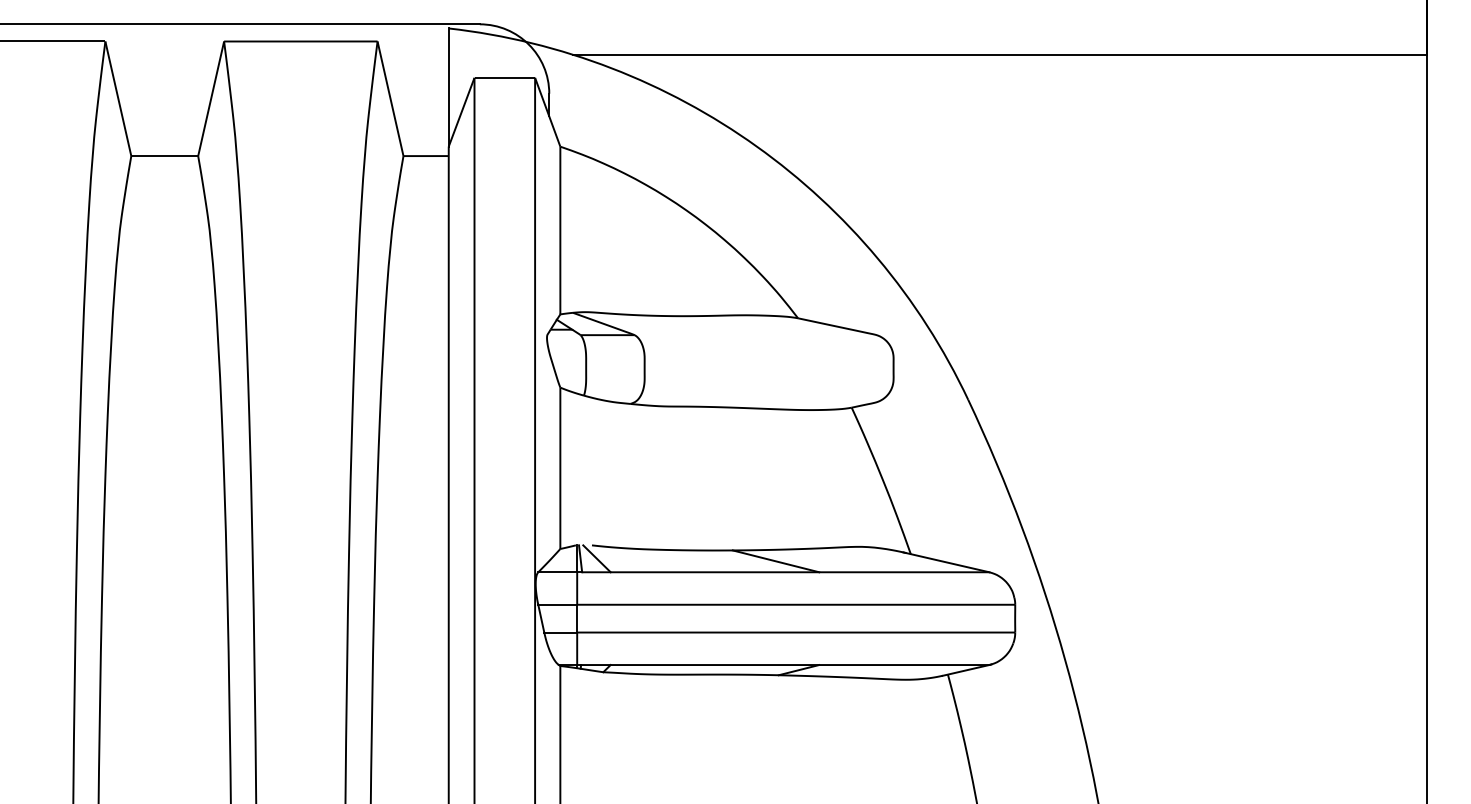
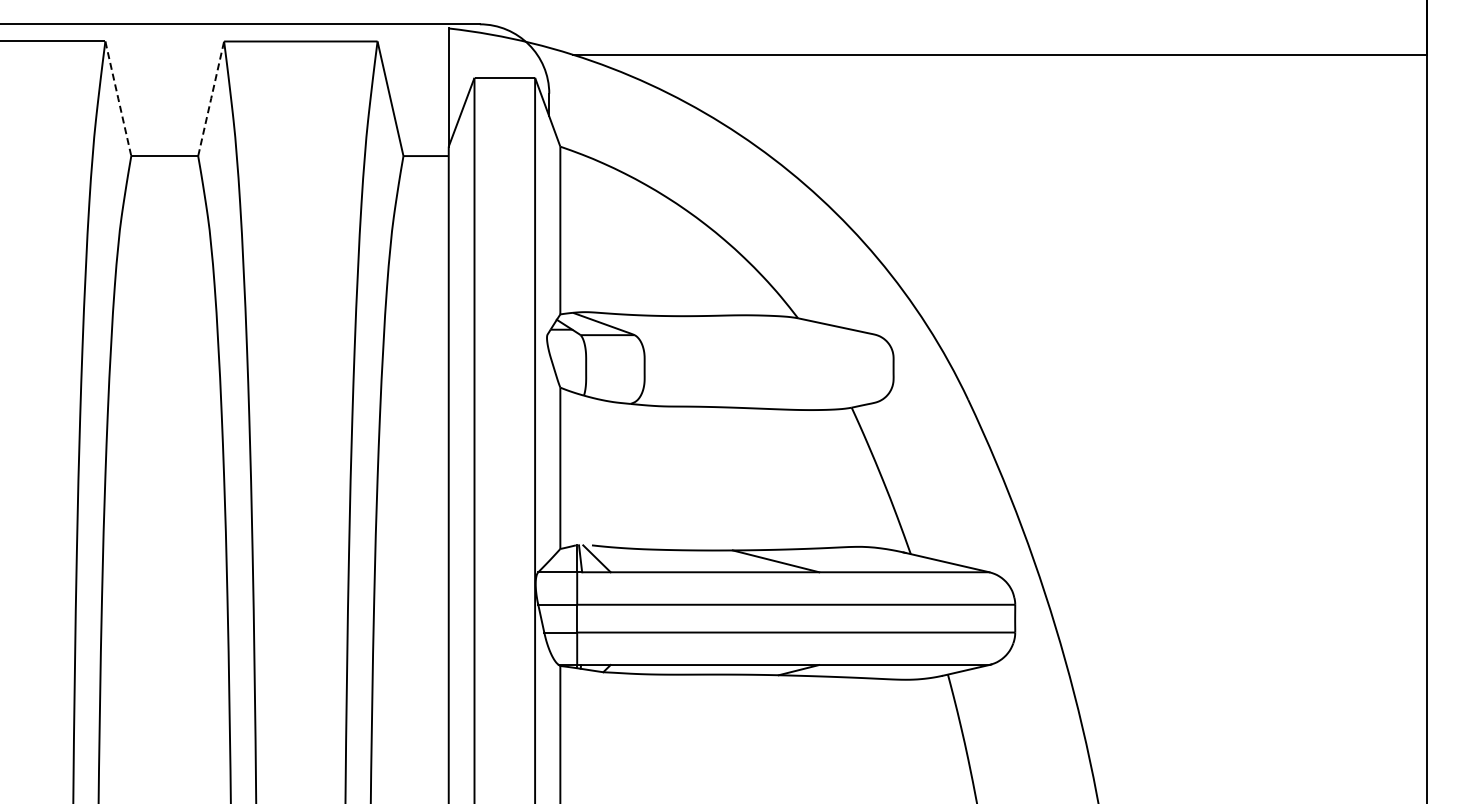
line at (118, 98): solid -> dashed
line at (211, 98): solid -> dashed
